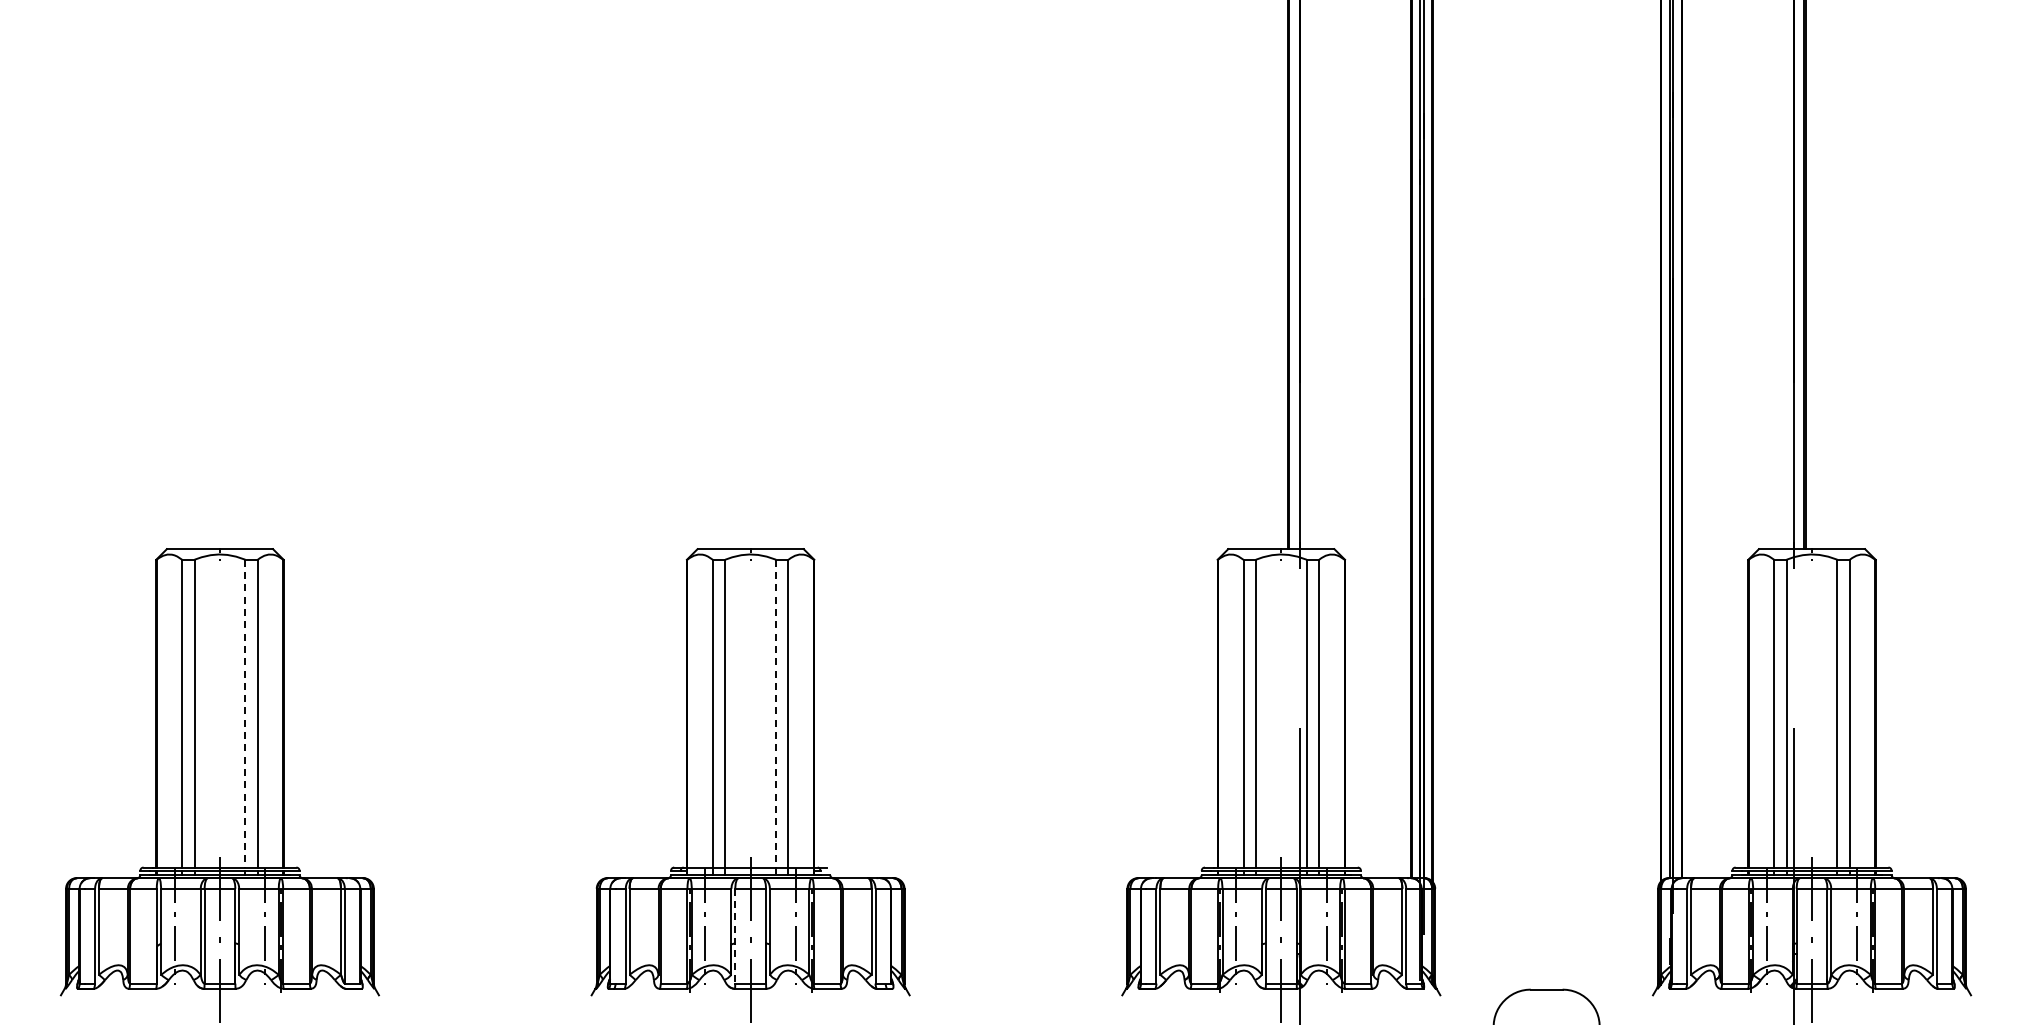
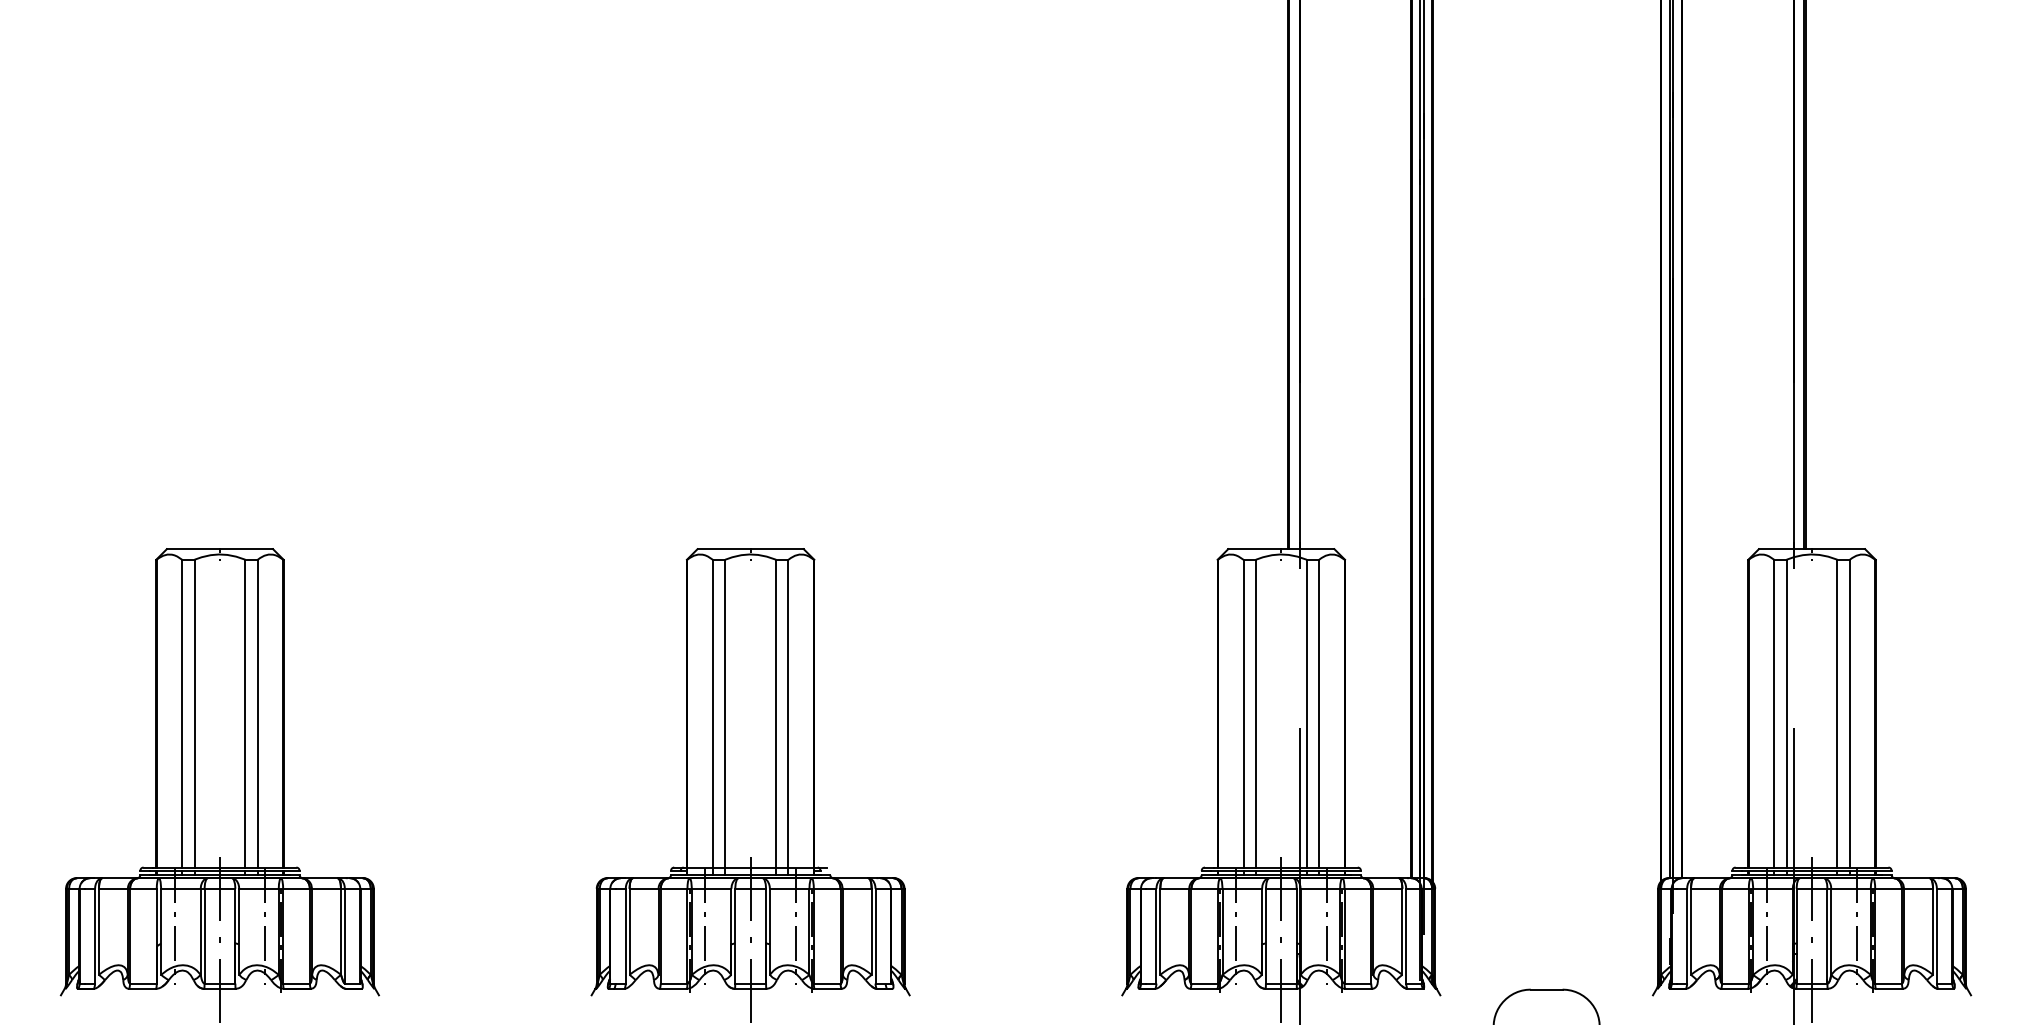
line at (245, 713): dashed -> solid
line at (776, 717): dashed -> solid
line at (735, 936): dashed -> solid
